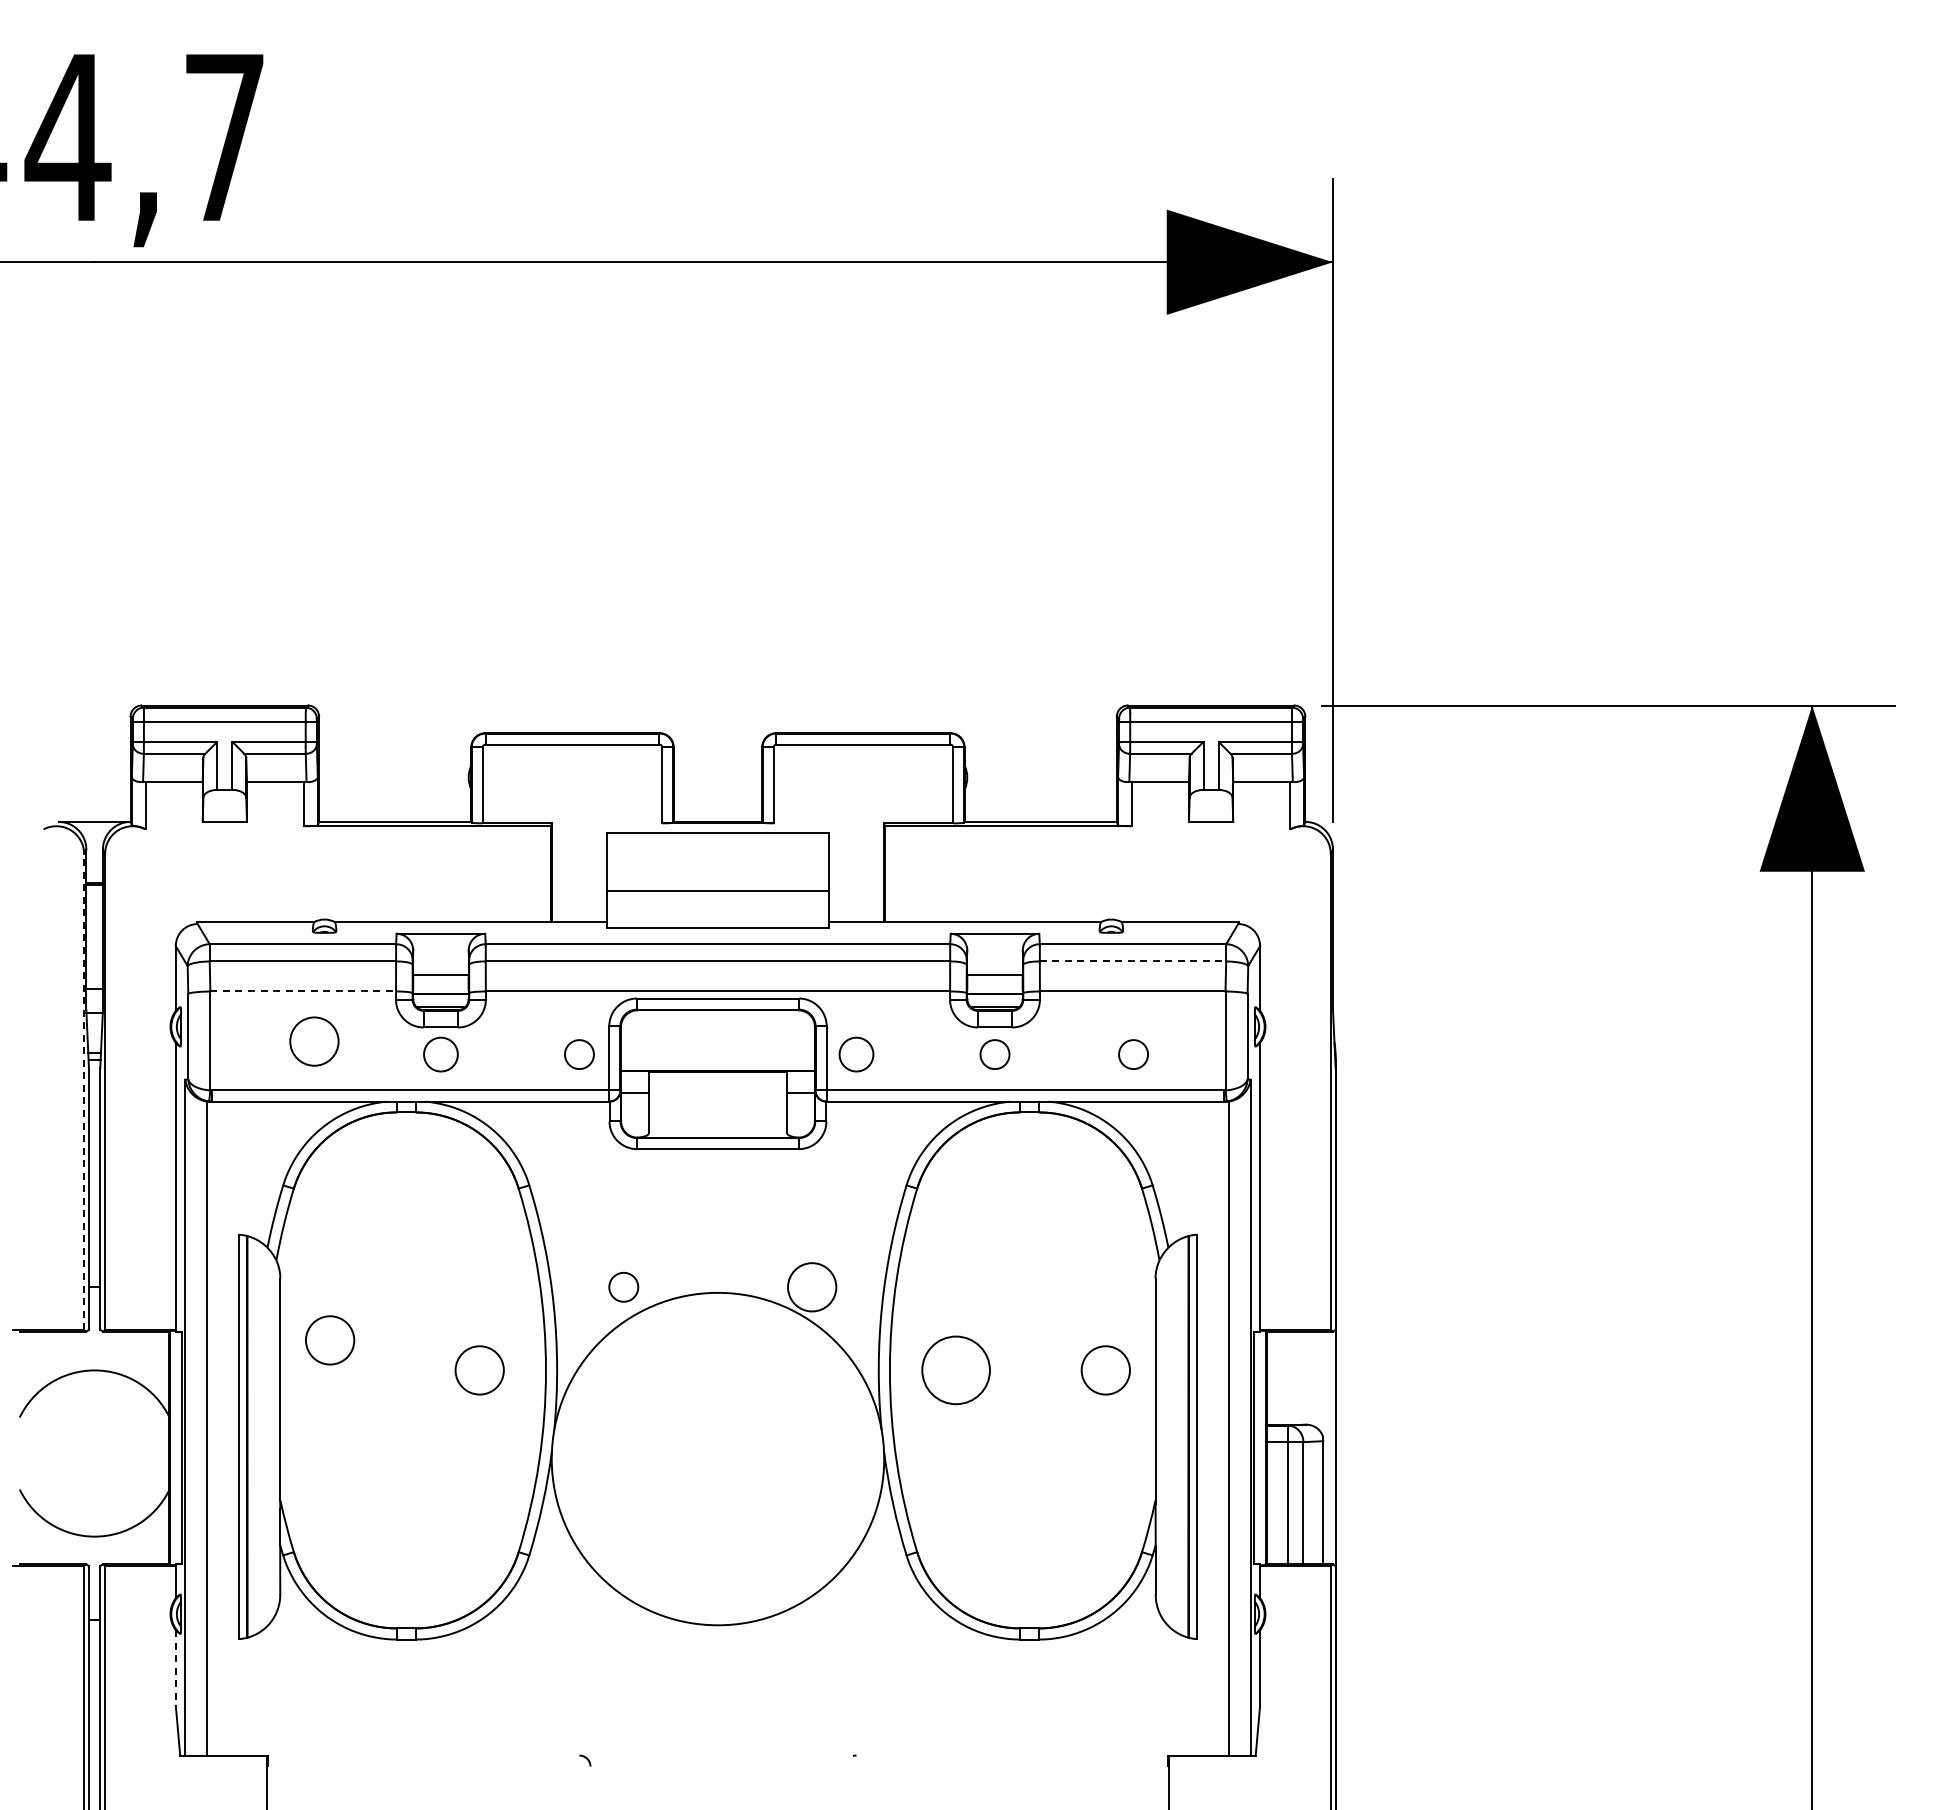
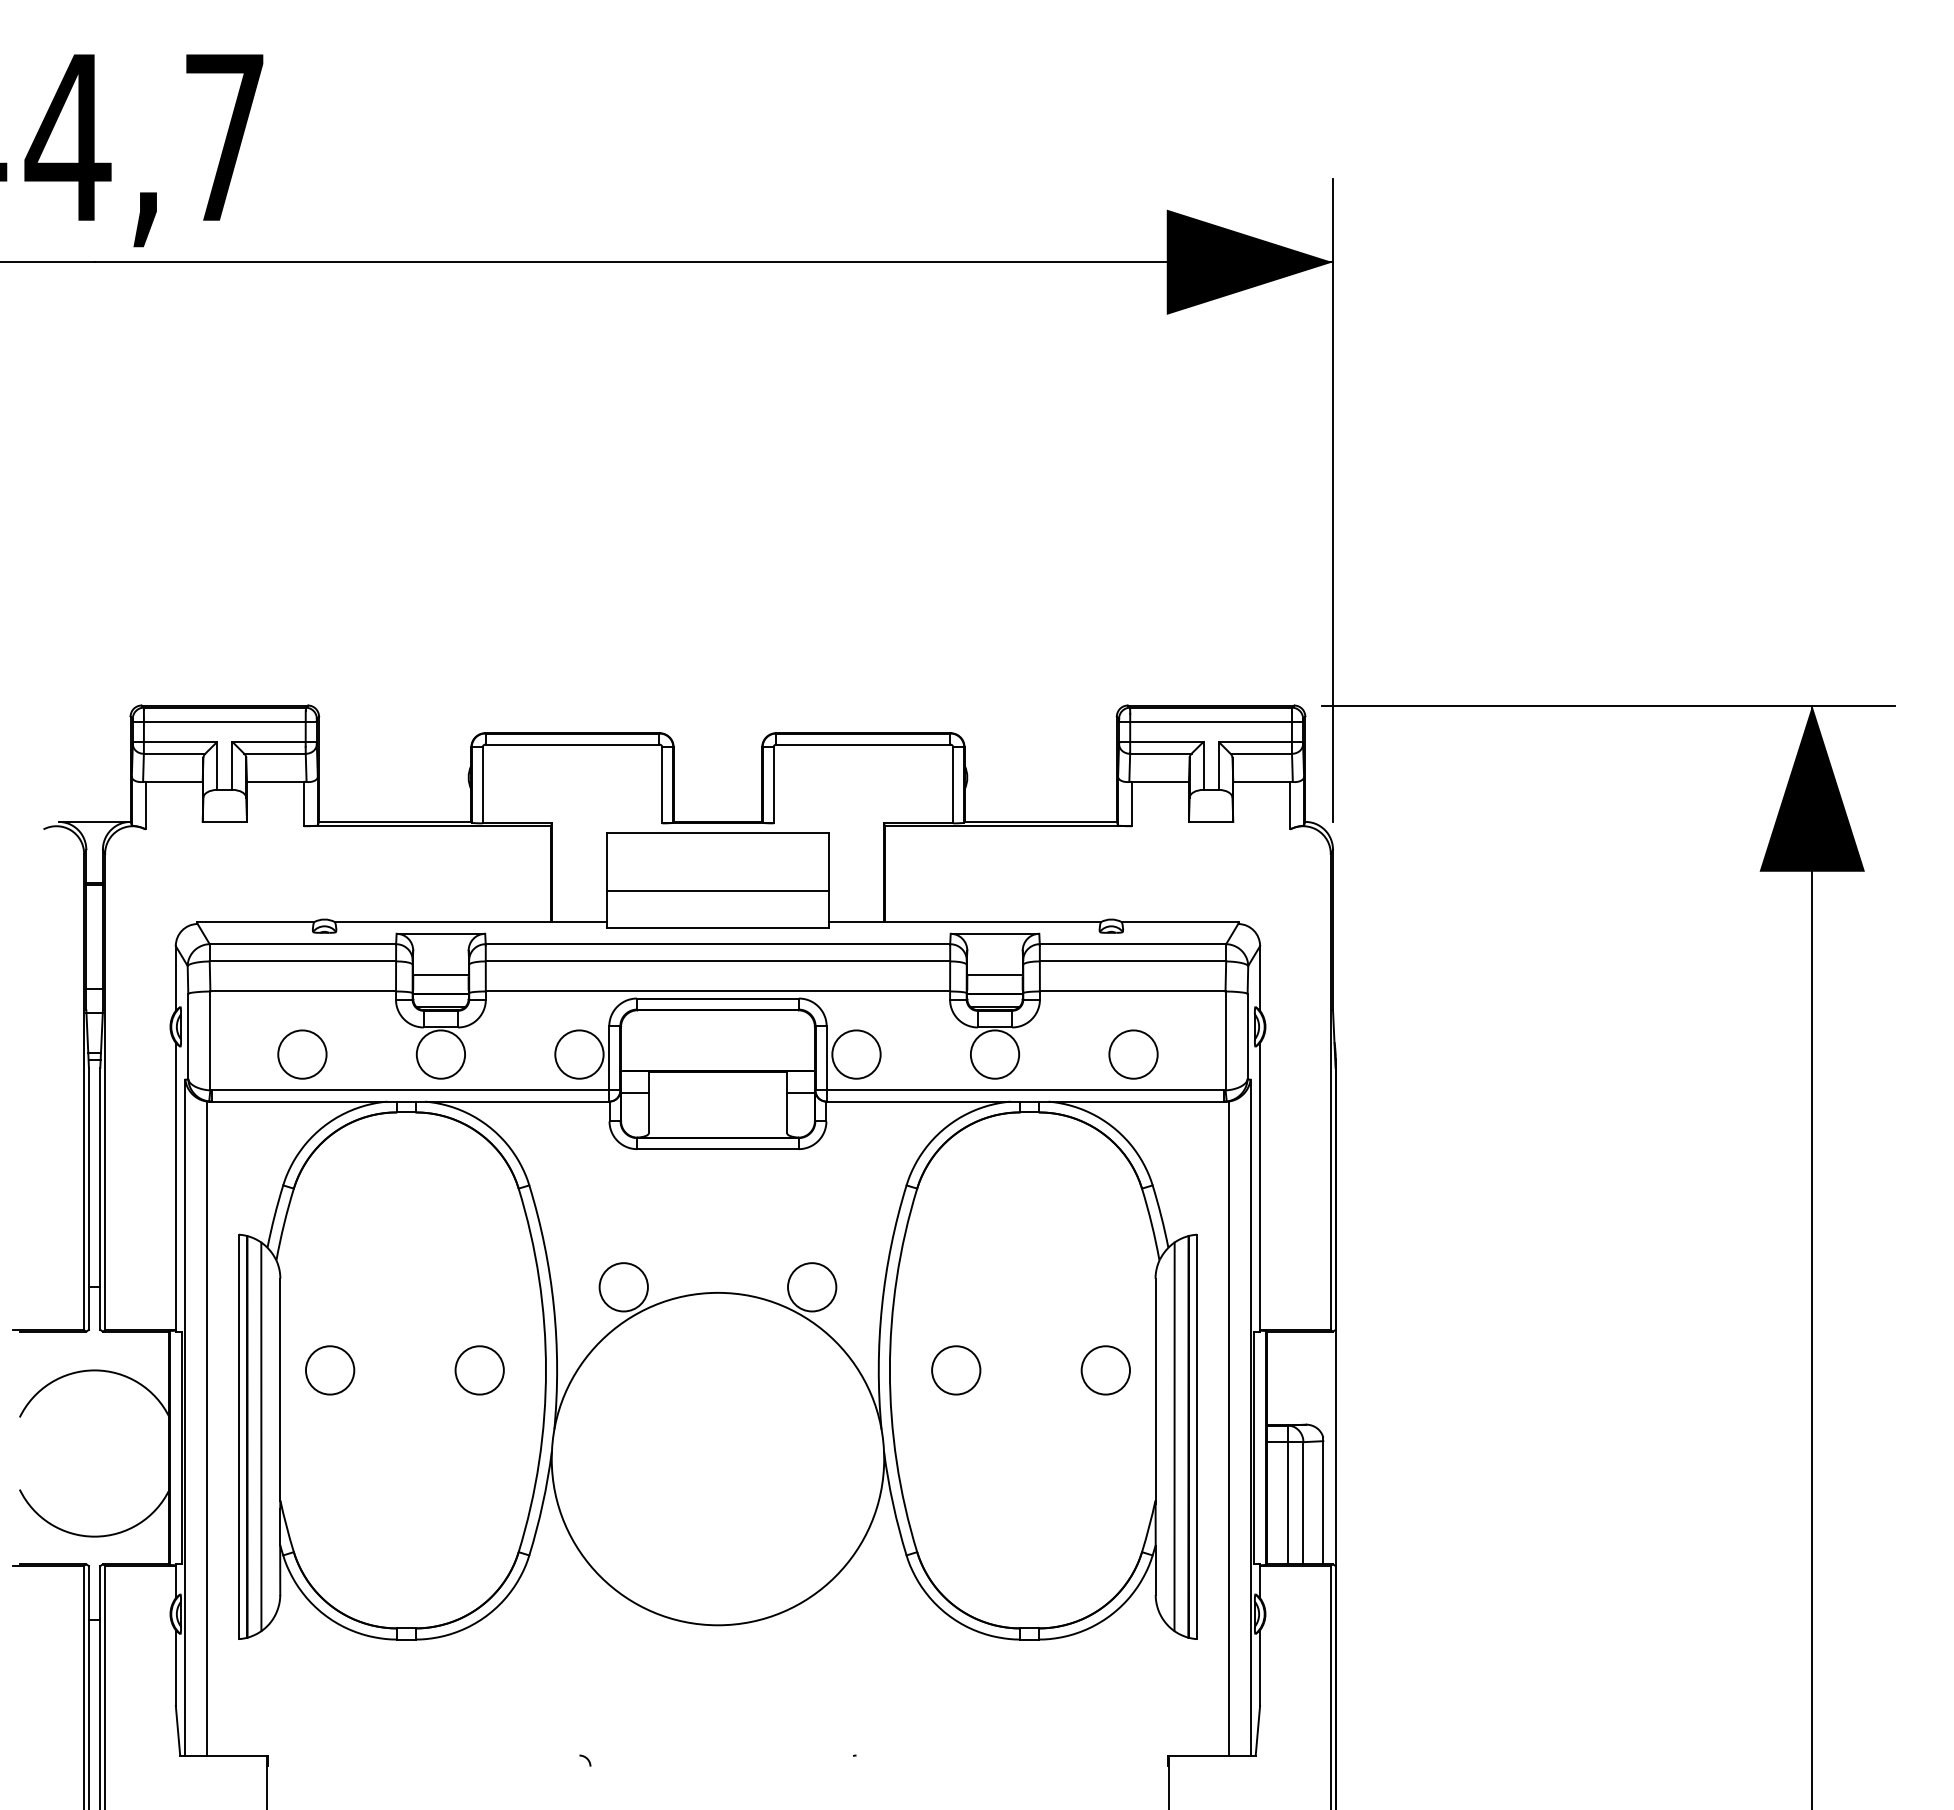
line at (1133, 961): dashed -> solid
line at (303, 991): dashed -> solid
circle at (314, 1041) position: (314, 1041) -> (302, 1054)
circle at (440, 1054) diameter: 34 px -> 48 px
circle at (578, 1054) diameter: 29 px -> 48 px
circle at (856, 1054) diameter: 34 px -> 48 px
circle at (994, 1054) diameter: 29 px -> 48 px
circle at (1133, 1054) diameter: 29 px -> 48 px
line at (84, 1091): dashed -> solid
circle at (623, 1286) diameter: 29 px -> 48 px
circle at (330, 1340) position: (330, 1340) -> (330, 1370)
circle at (955, 1370) size: 70x71 px -> 51x51 px
line at (261, 1436): none -> present
line at (1174, 1436): none -> present
line at (175, 1668): dashed -> solid
